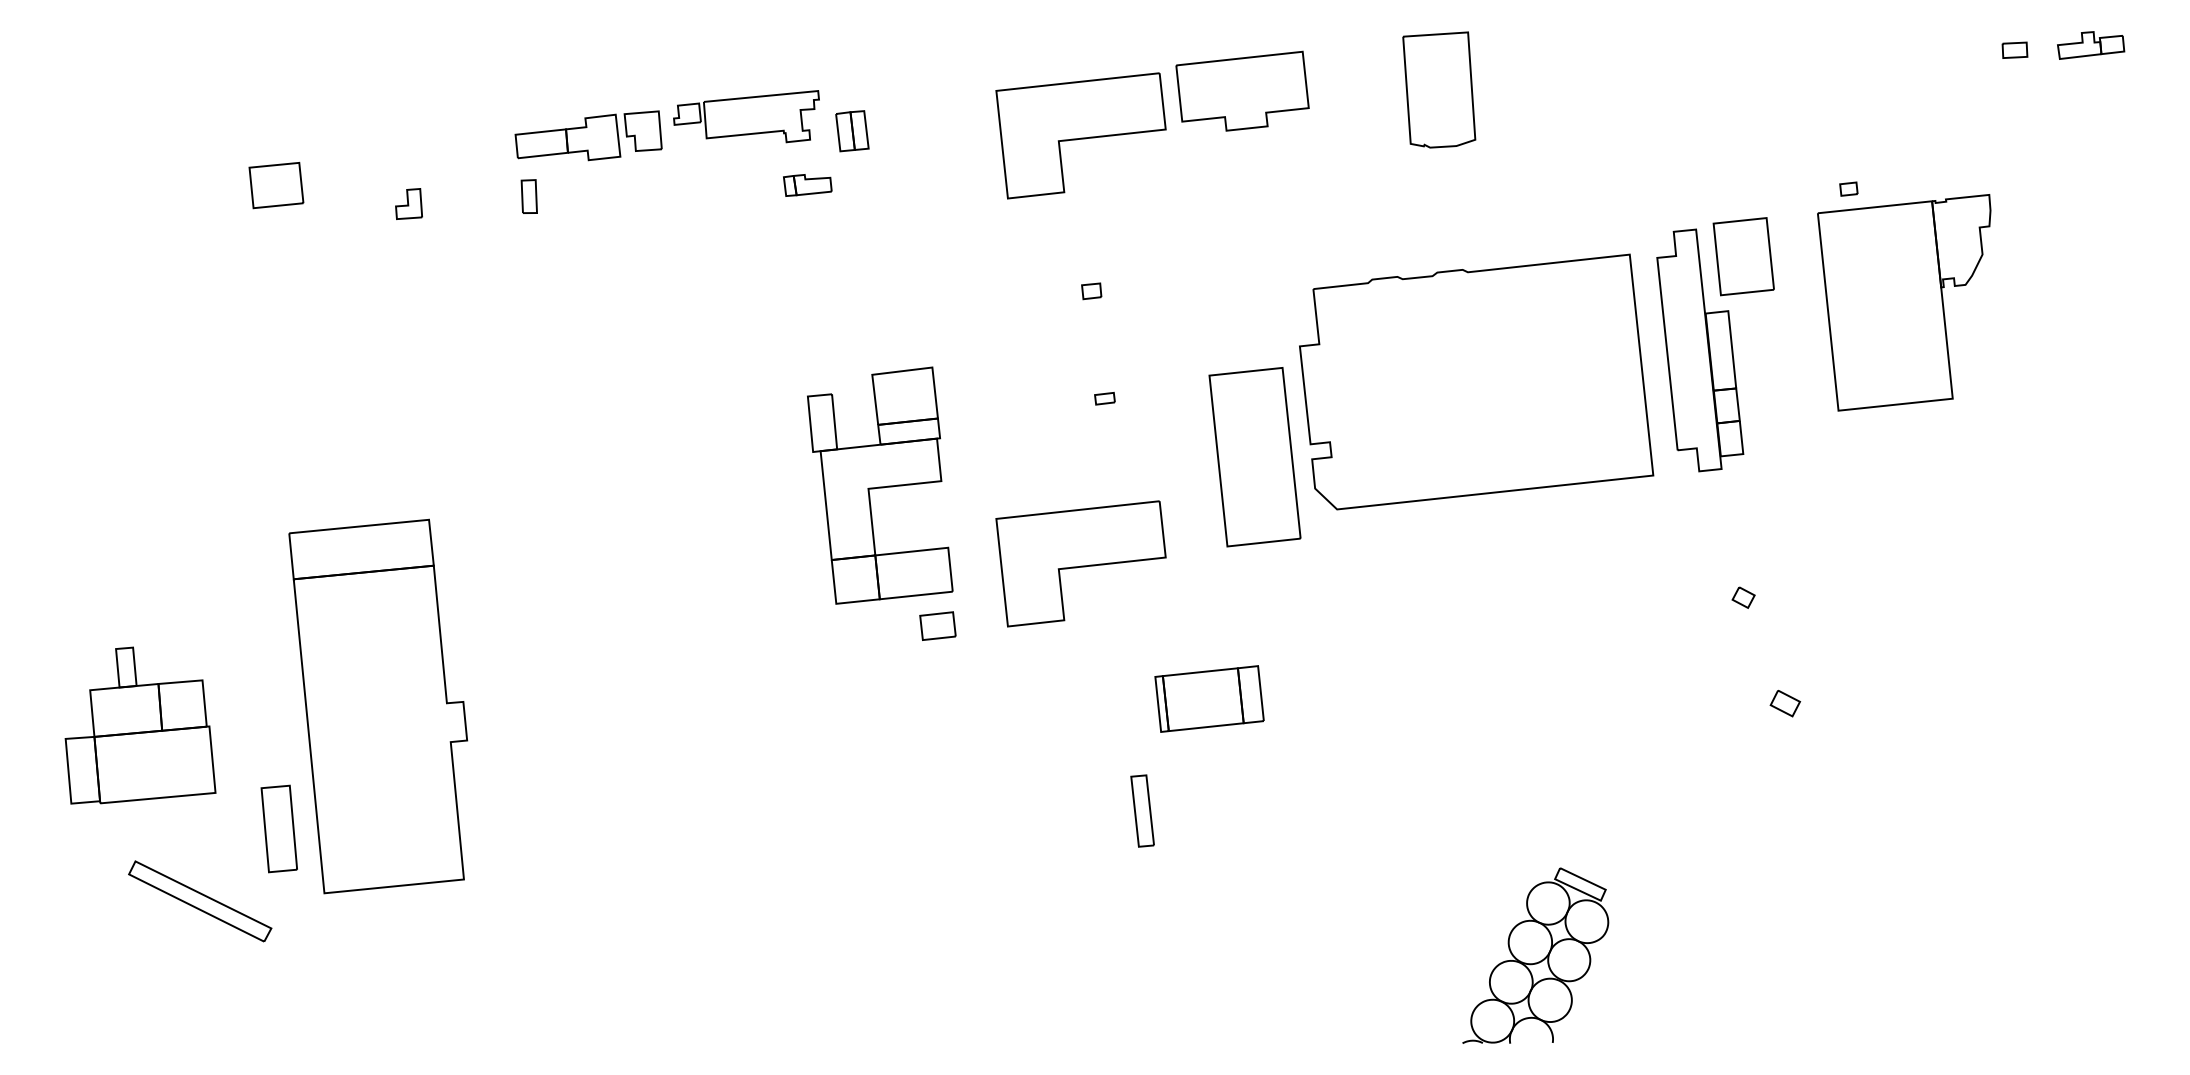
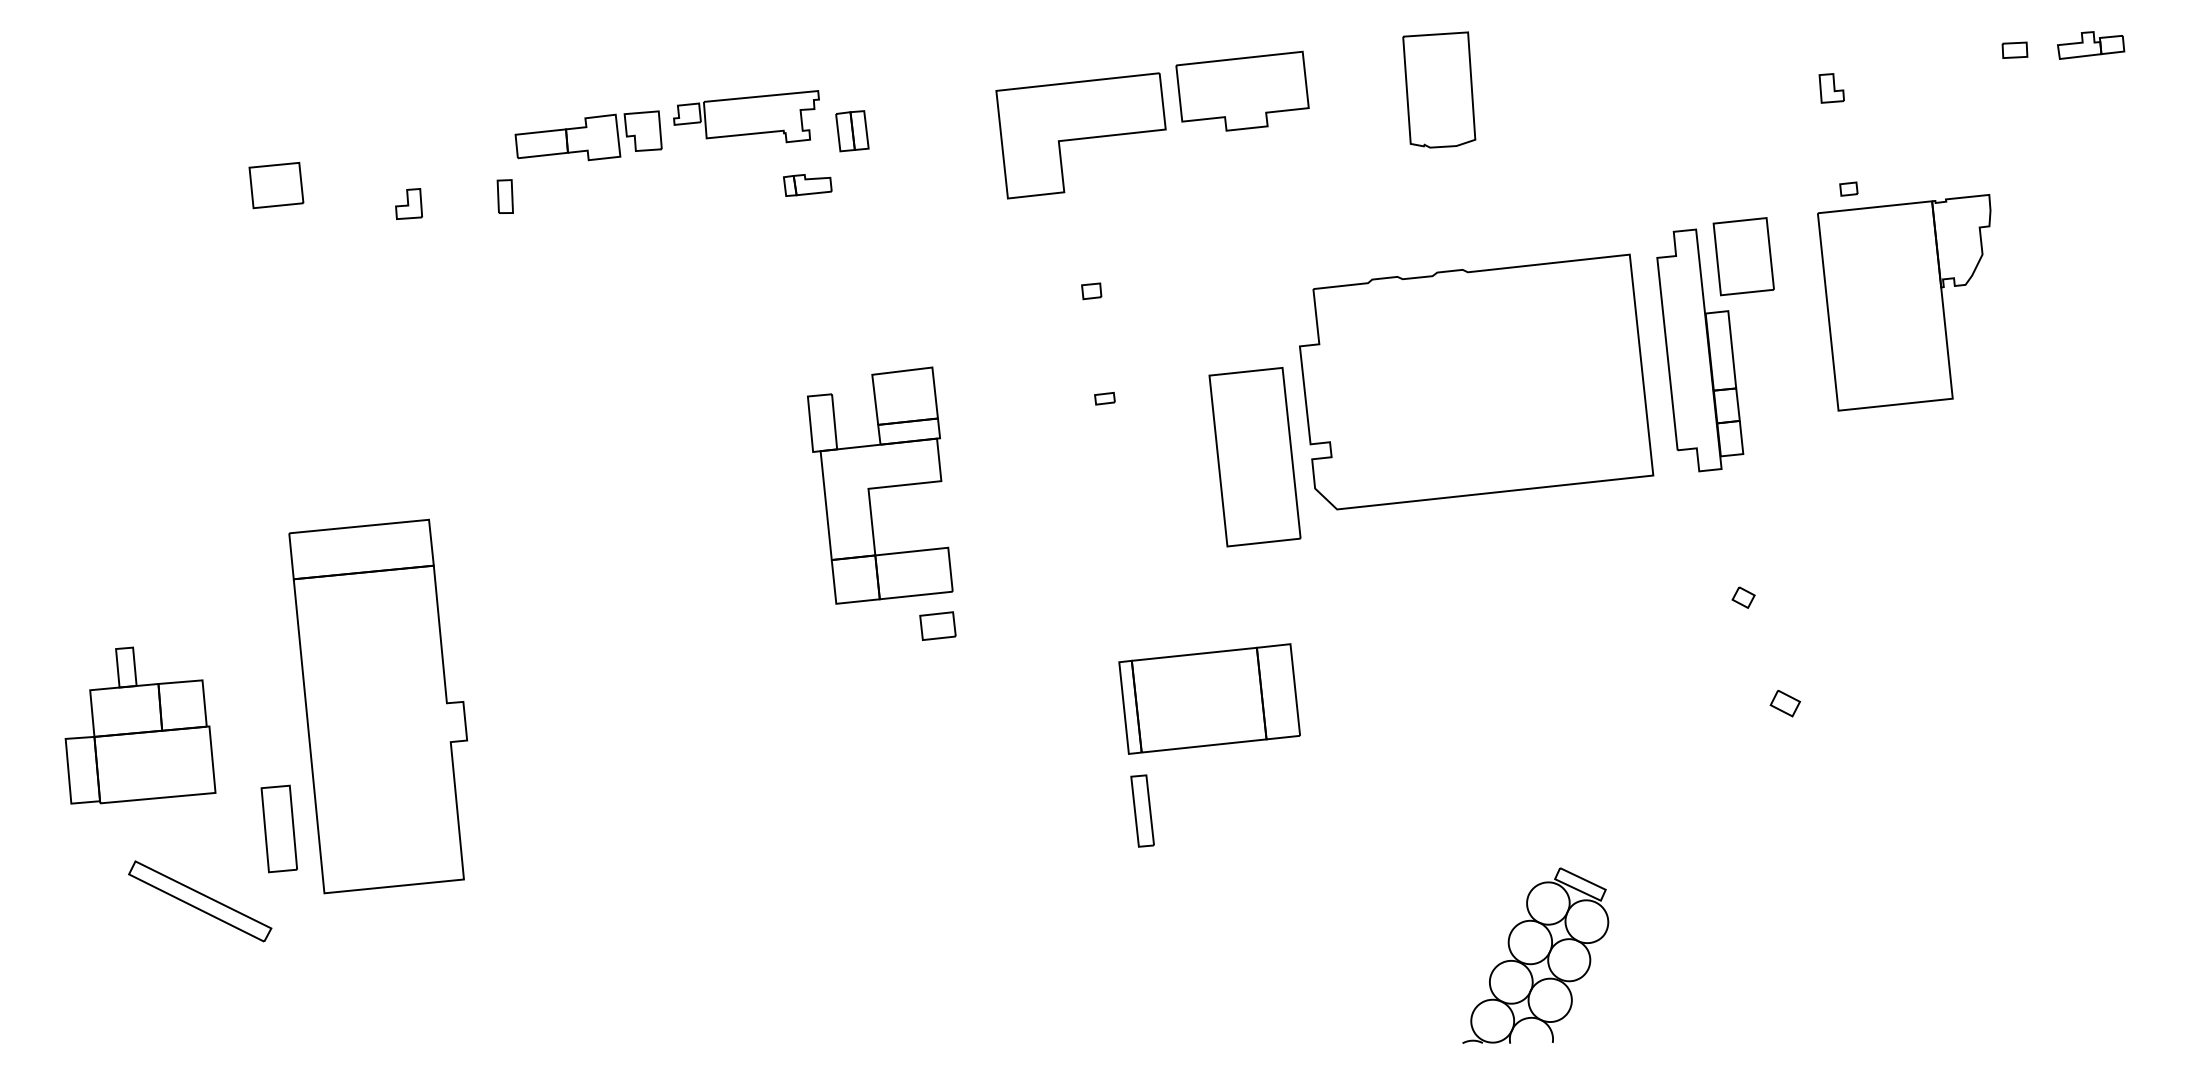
part at (1831, 88): none -> present
part at (528, 196) position: (528, 196) -> (504, 196)
part at (1080, 563): present -> none
part at (1209, 698) size: 111x68 px -> 183x112 px
